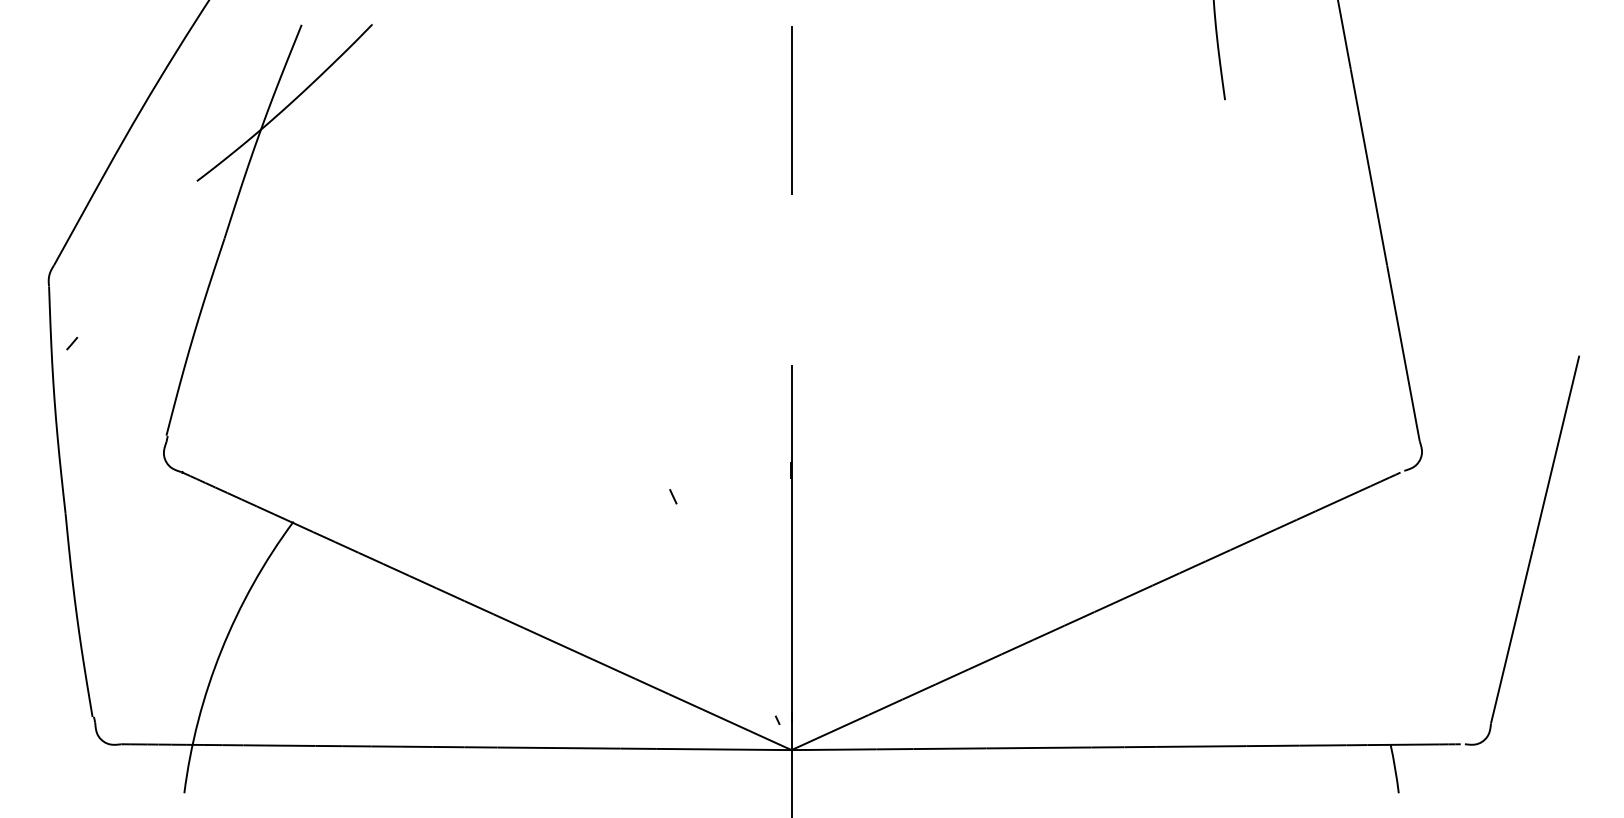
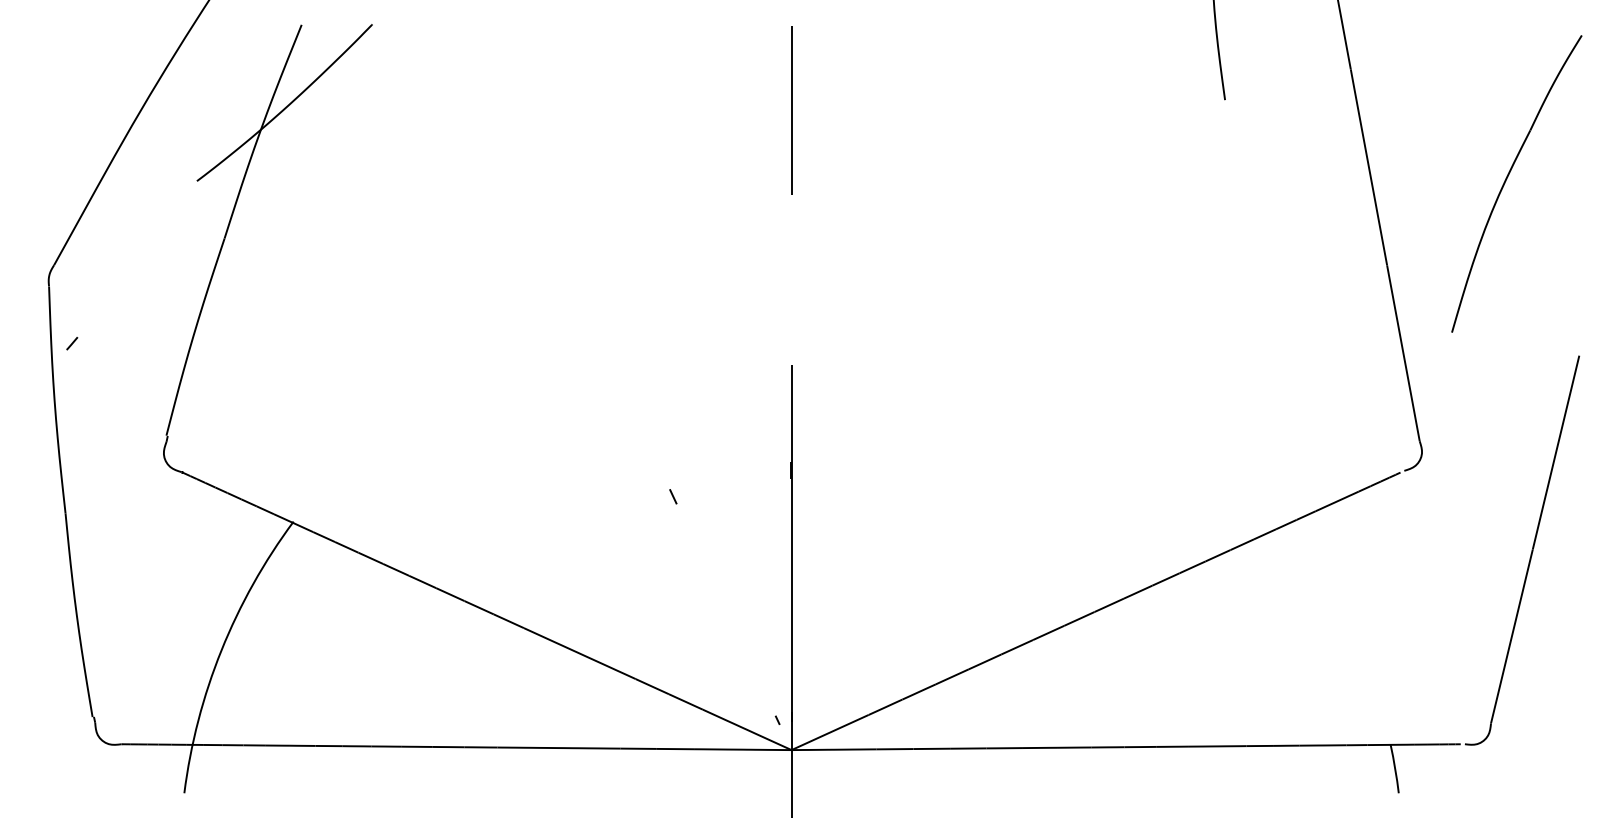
part at (1507, 179): none -> present
